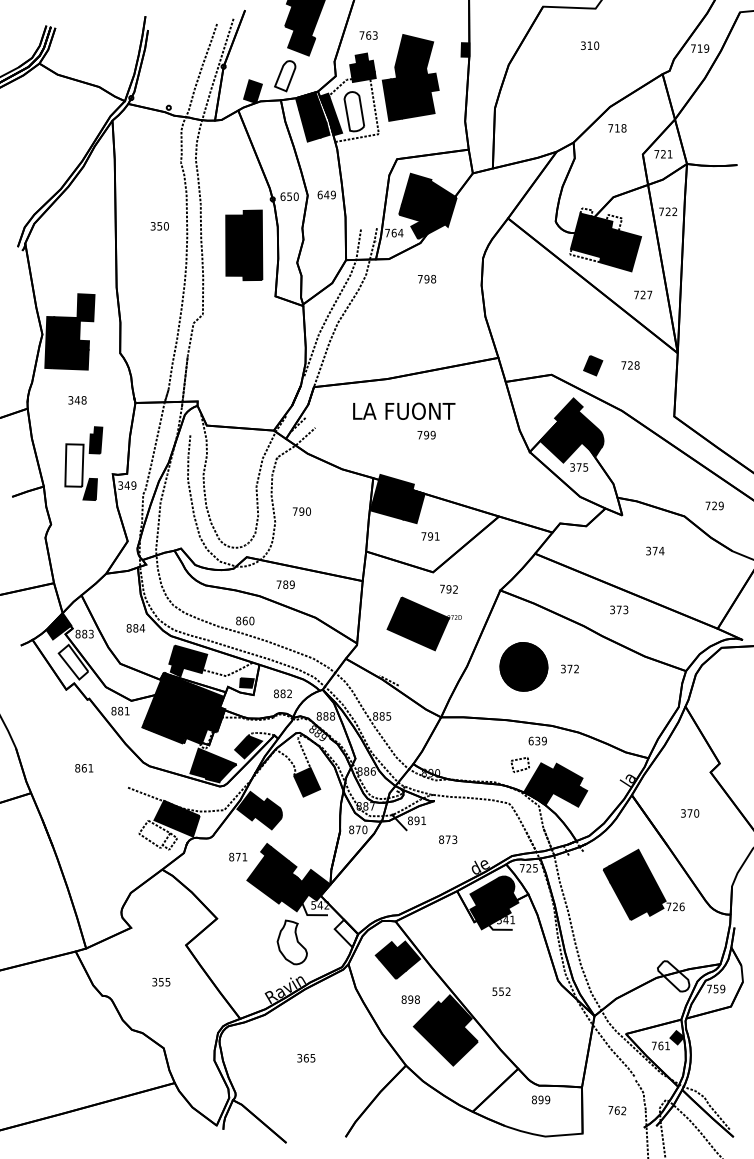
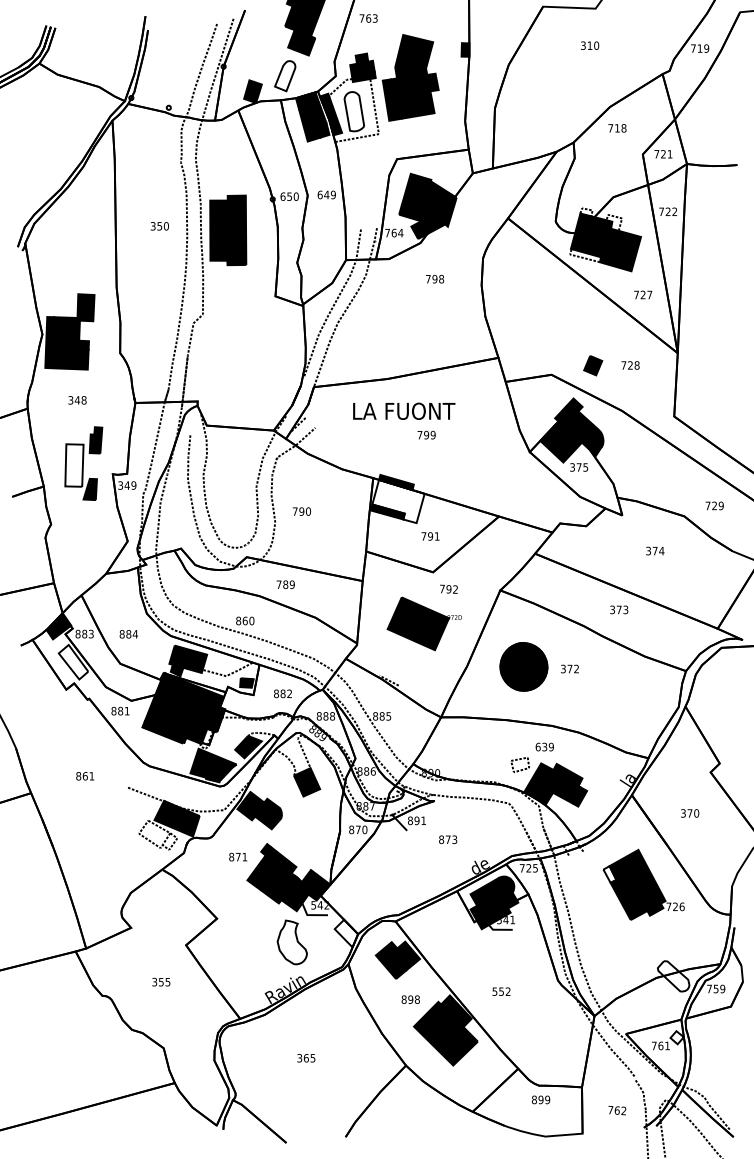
text at (368, 35) position: (368, 35) -> (368, 18)
part at (244, 245) position: (244, 245) -> (228, 230)
text at (427, 279) position: (427, 279) -> (435, 279)
fill at (398, 501): present -> none
text at (135, 628) position: (135, 628) -> (128, 634)
text at (537, 740) position: (537, 740) -> (544, 746)
text at (84, 768) position: (84, 768) -> (85, 776)
fill at (609, 874): present -> none
fill at (676, 1037): present -> none
